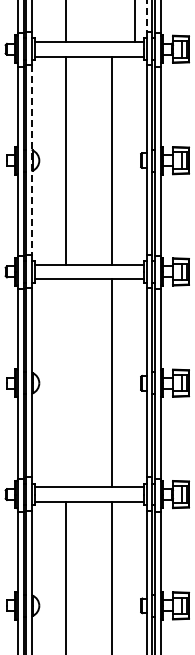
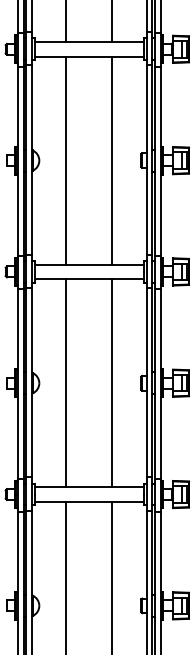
line at (146, 16): dashed -> solid
line at (135, 22) position: (135, 22) -> (112, 22)
line at (32, 159): dashed -> solid
line at (66, 383): none -> present
